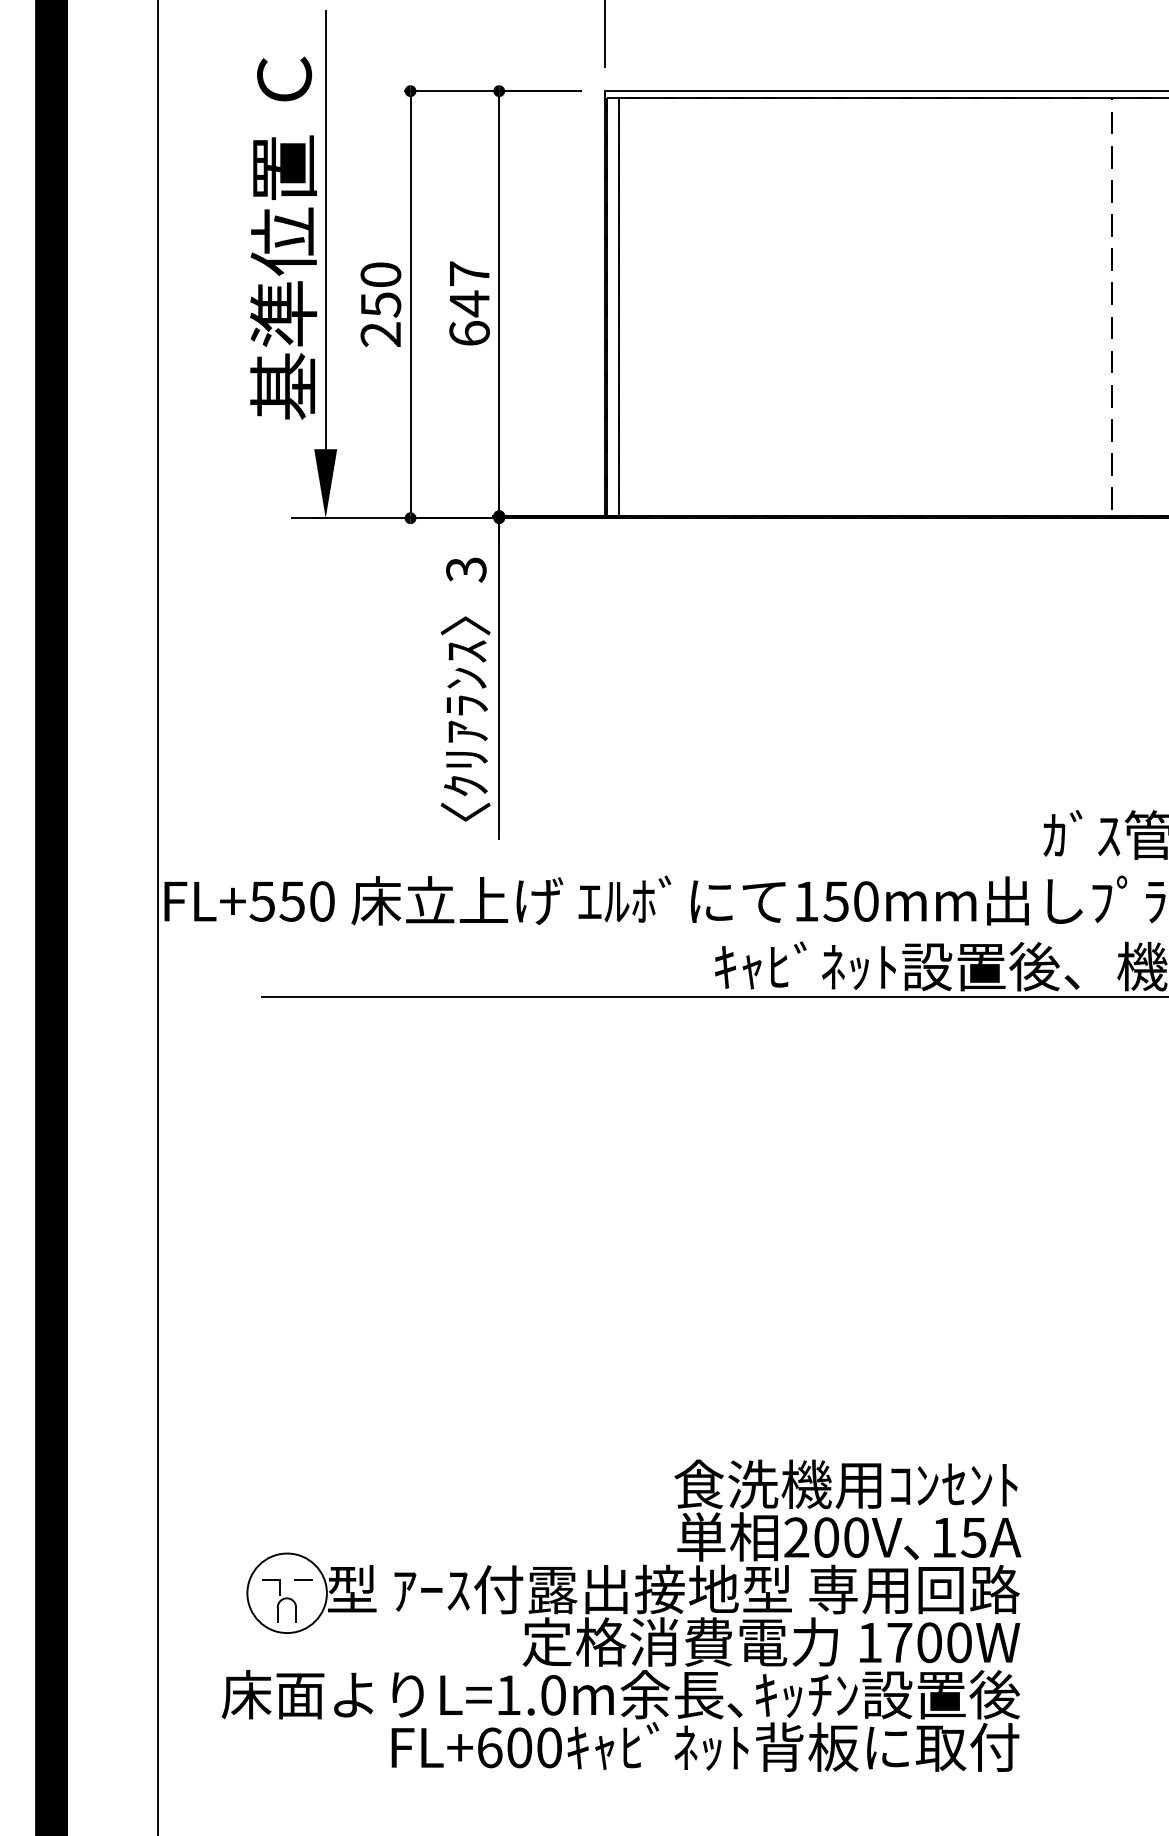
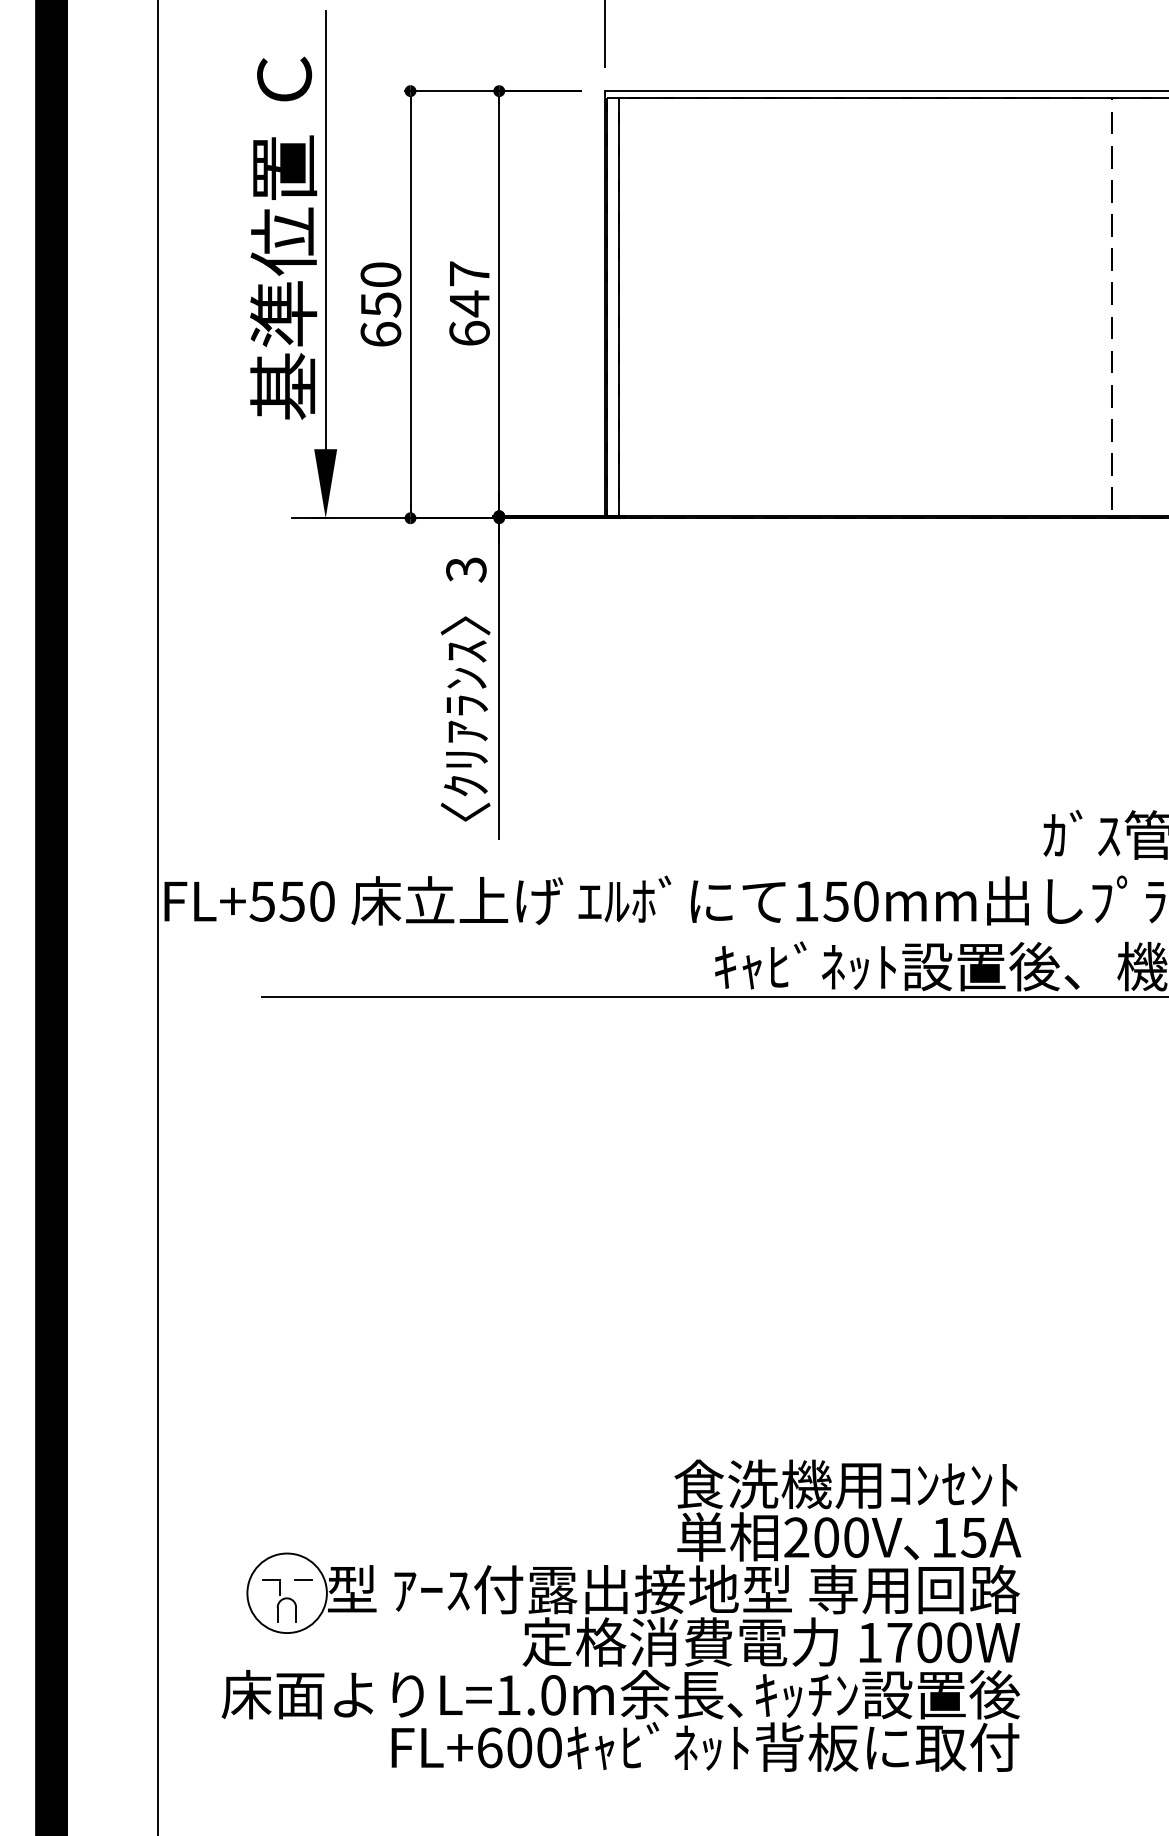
text at (380, 334): 250 -> 650
